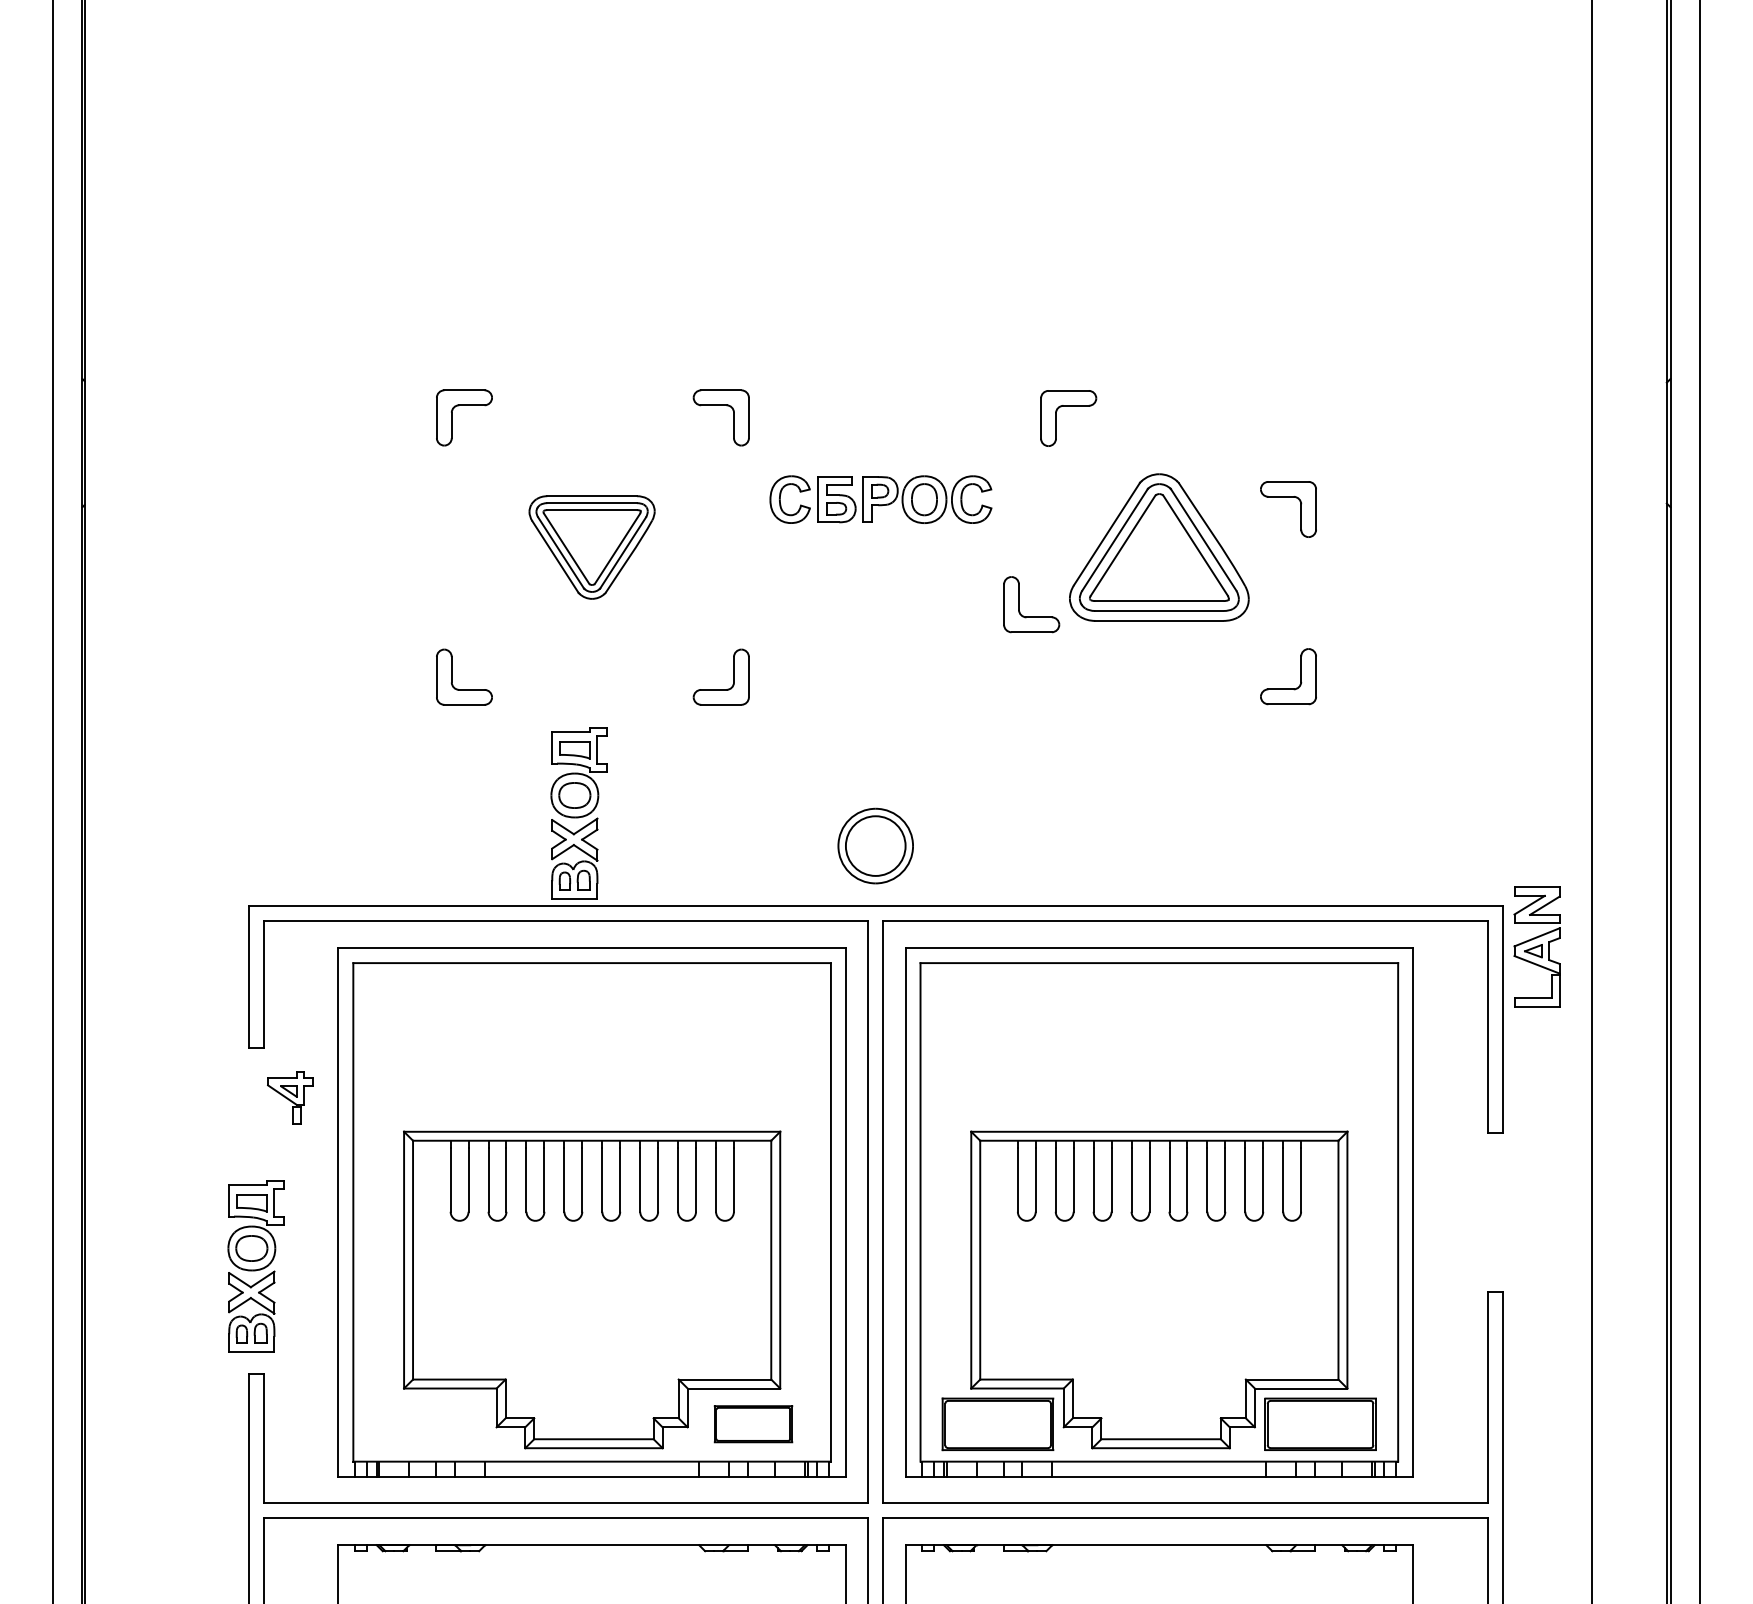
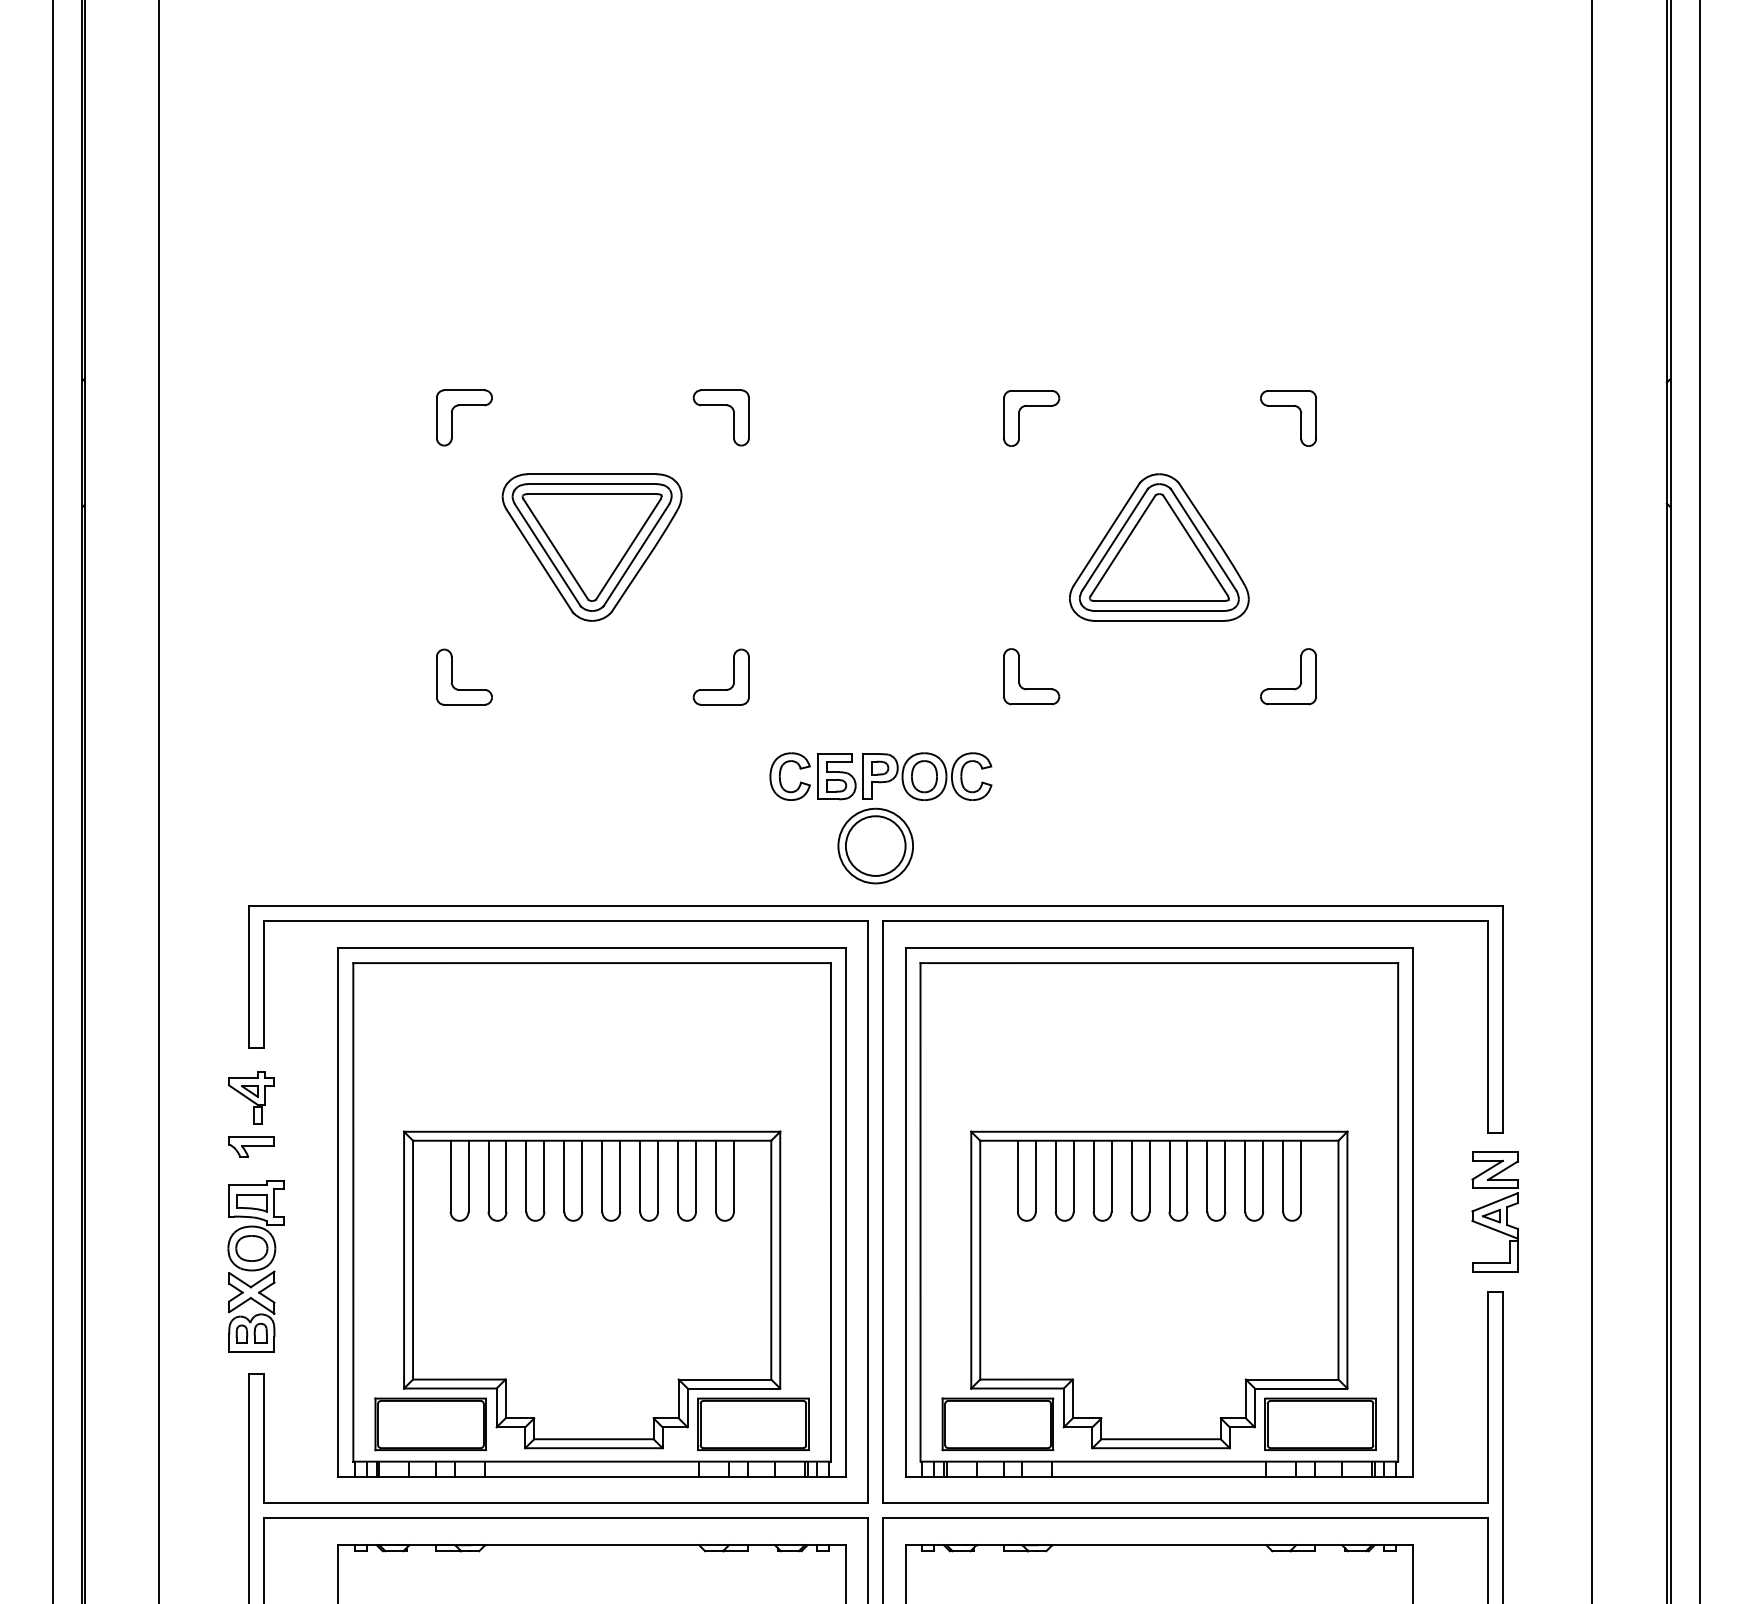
part at (1068, 406) position: (1068, 406) -> (1031, 406)
part at (1288, 497) position: (1288, 497) -> (1288, 406)
part at (880, 499) position: (880, 499) -> (880, 776)
part at (591, 547) size: 128x105 px -> 182x149 px
part at (1019, 604) position: (1019, 604) -> (1019, 676)
line at (159, 801): none -> present
part at (578, 813): present -> none
part at (1536, 946) position: (1536, 946) -> (1494, 1211)
part at (290, 1097) position: (290, 1097) -> (251, 1097)
part at (251, 1146): none -> present
part at (430, 1424): none -> present
part at (753, 1424) size: 81x39 px -> 113x54 px
